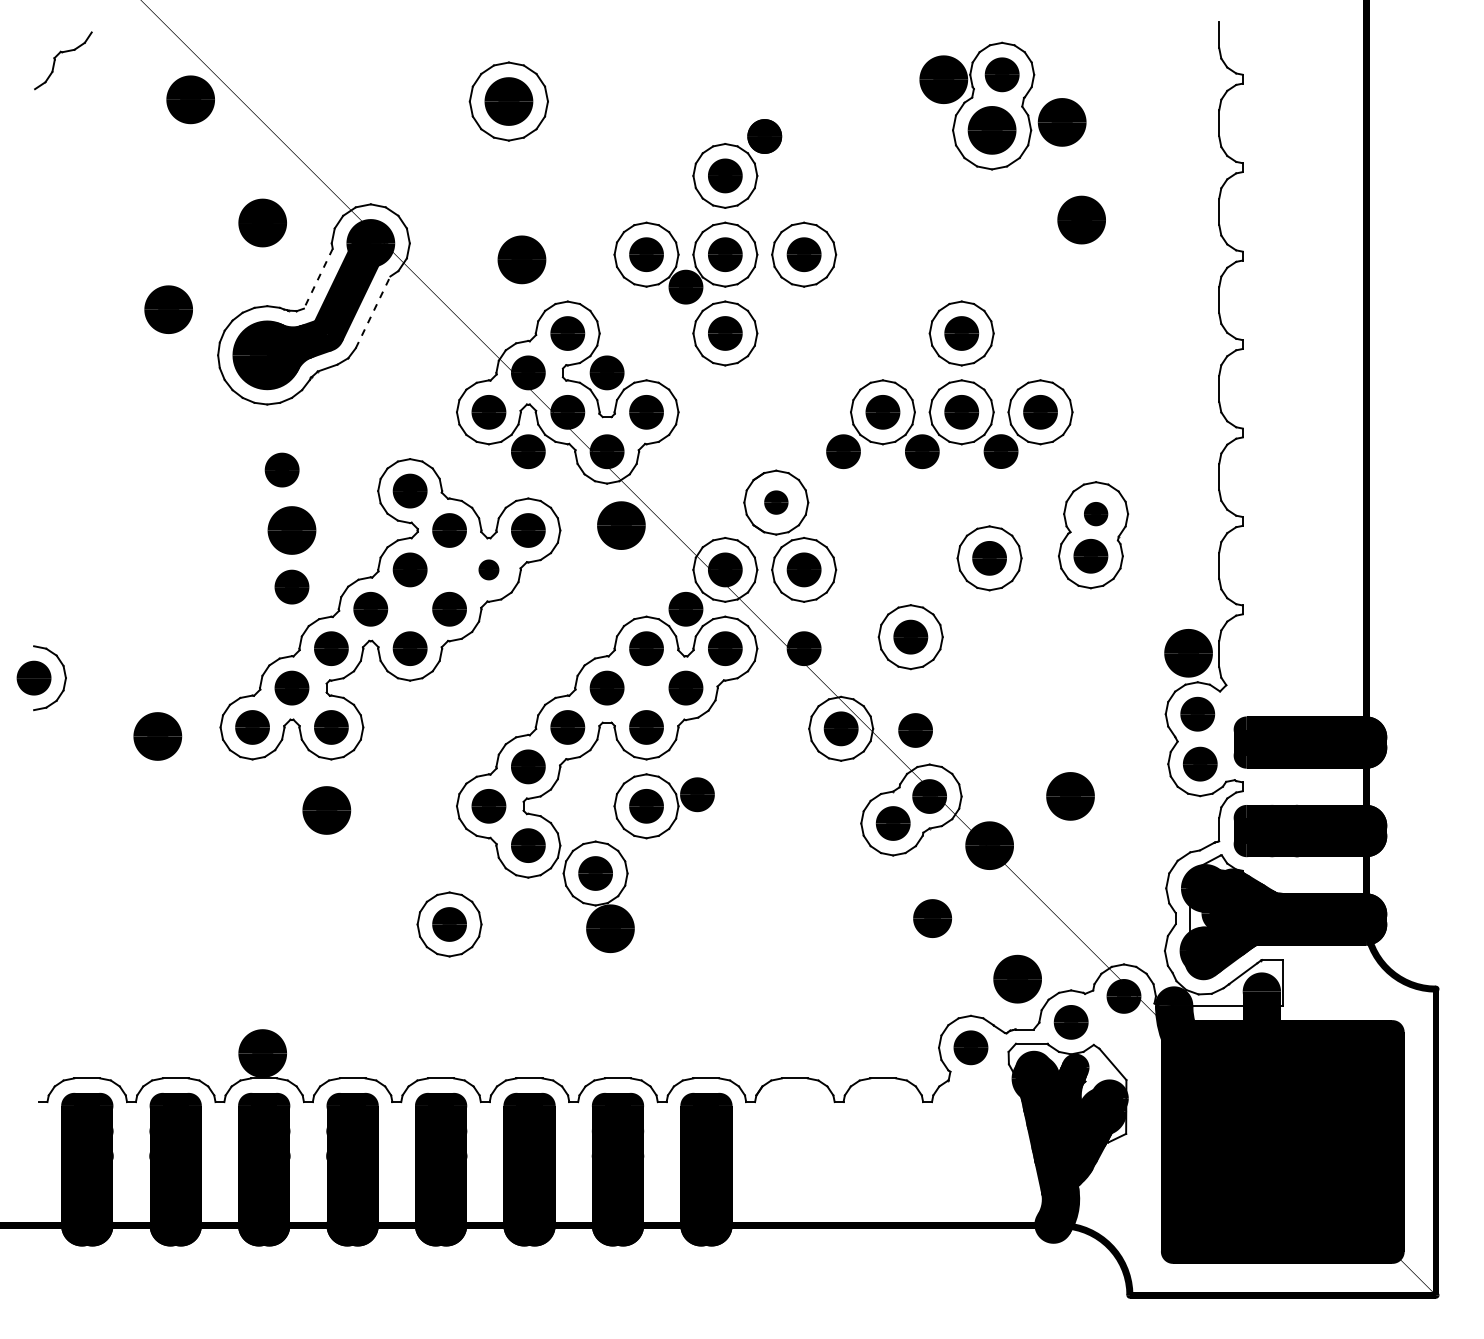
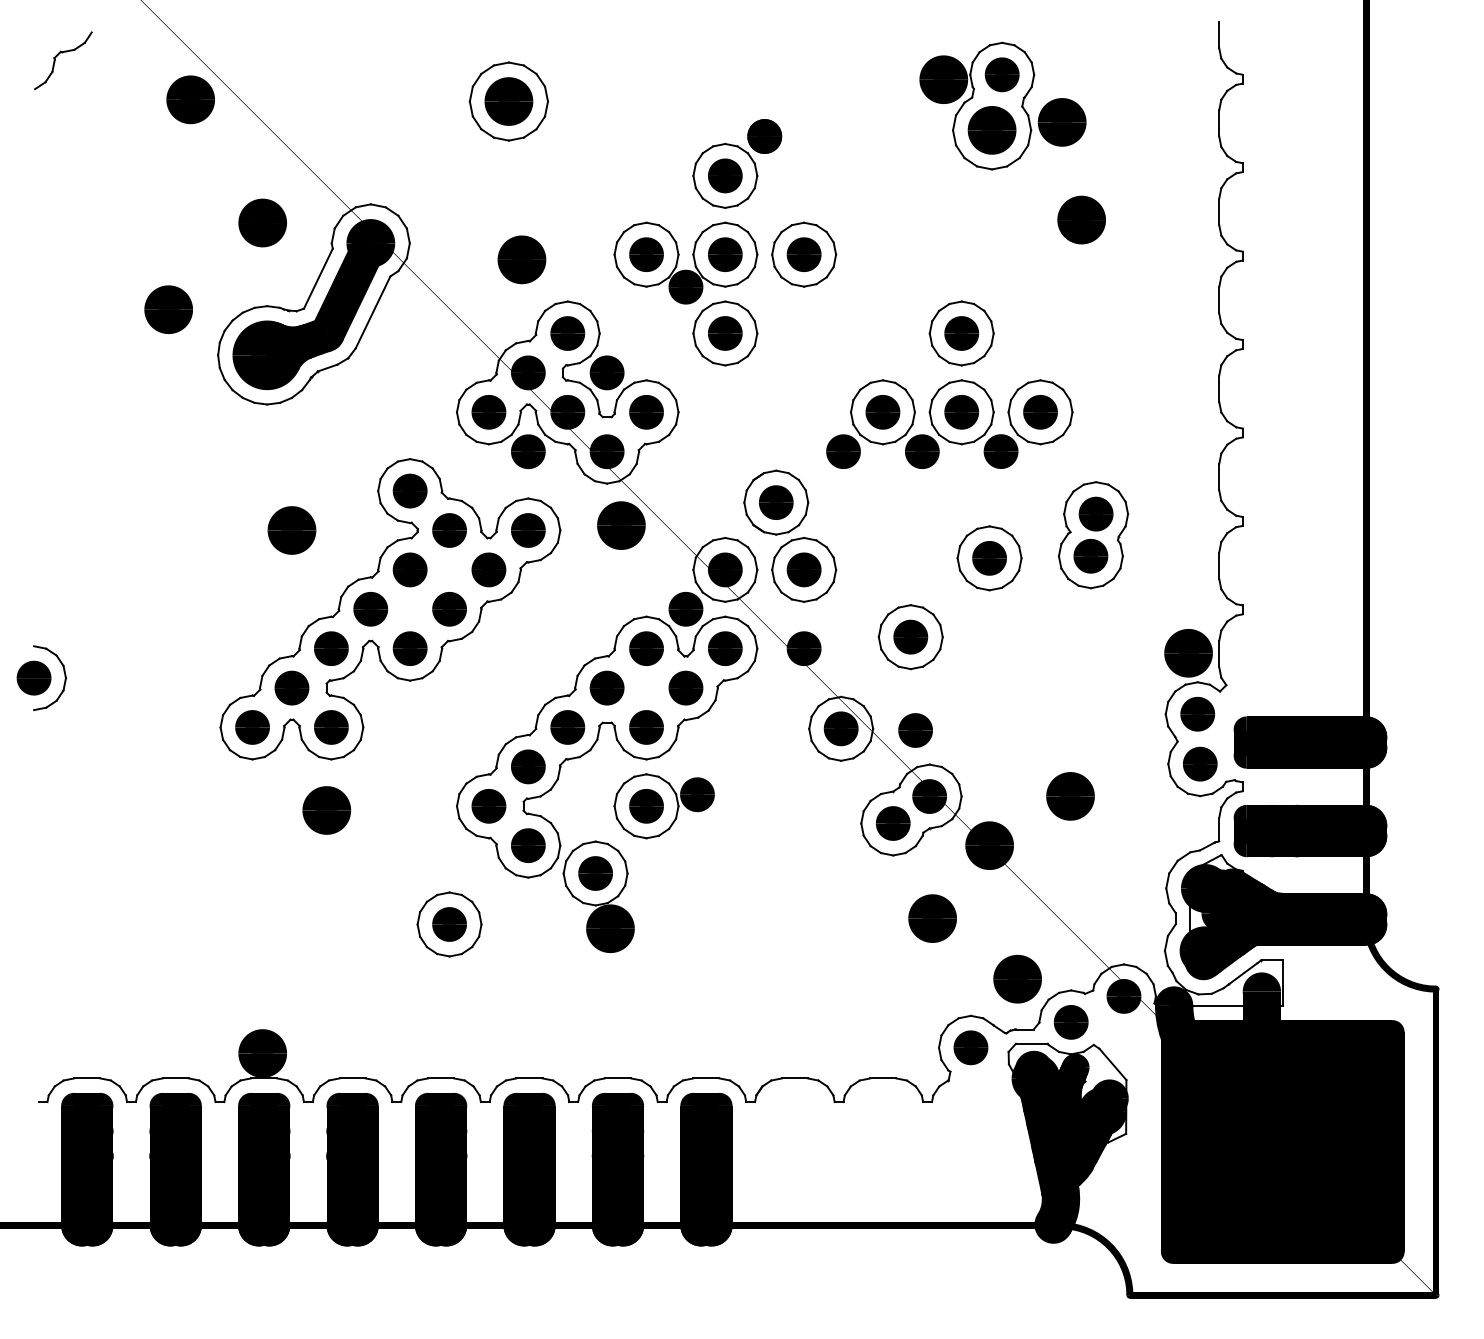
line at (318, 279): dashed -> solid
line at (373, 312): dashed -> solid
part at (281, 469): present -> none
part at (776, 502) size: 25x25 px -> 35x35 px
part at (1096, 514) size: 25x25 px -> 36x36 px
part at (488, 569) size: 22x22 px -> 36x36 px
part at (291, 586): present -> none
part at (157, 736): present -> none
part at (932, 918) size: 39x39 px -> 49x49 px
